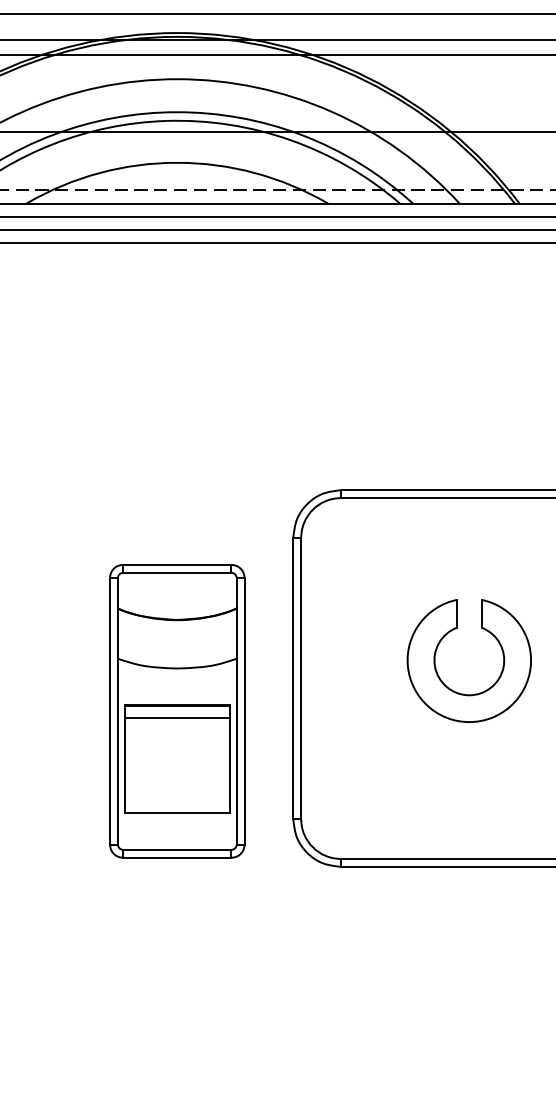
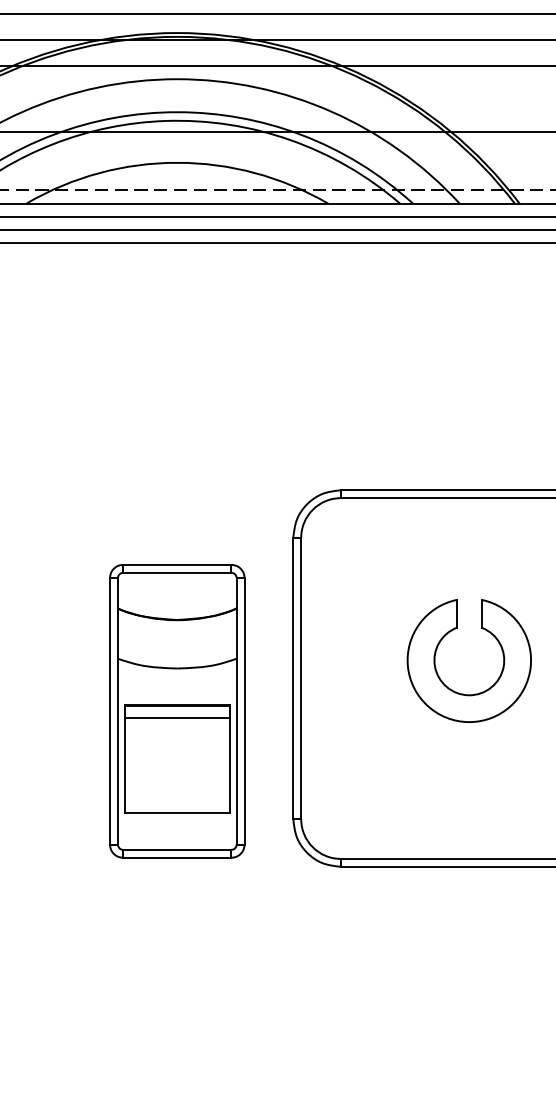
line at (277, 55) position: (277, 55) -> (277, 66)
